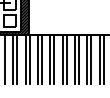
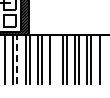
line at (17, 59): solid -> dashed
line at (54, 59): present -> none
line at (103, 59): present -> none
